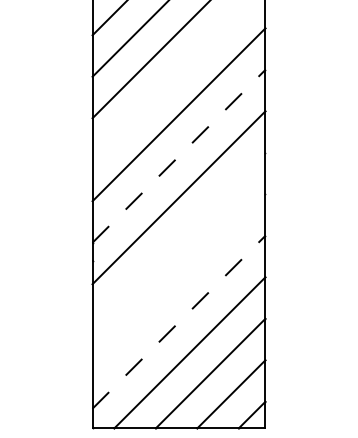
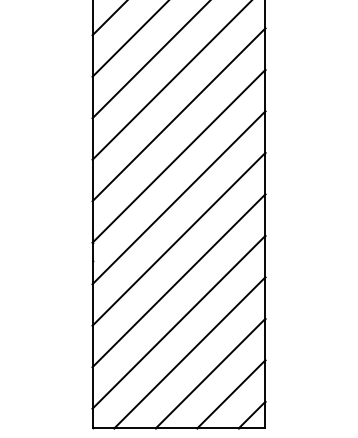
line at (170, 80): none -> present
line at (179, 155): dashed -> solid
line at (178, 238): none -> present
line at (178, 280): none -> present
line at (179, 321): dashed -> solid
